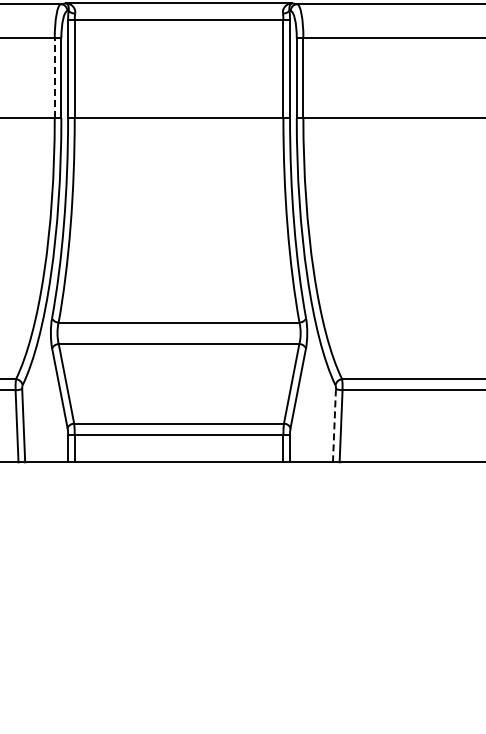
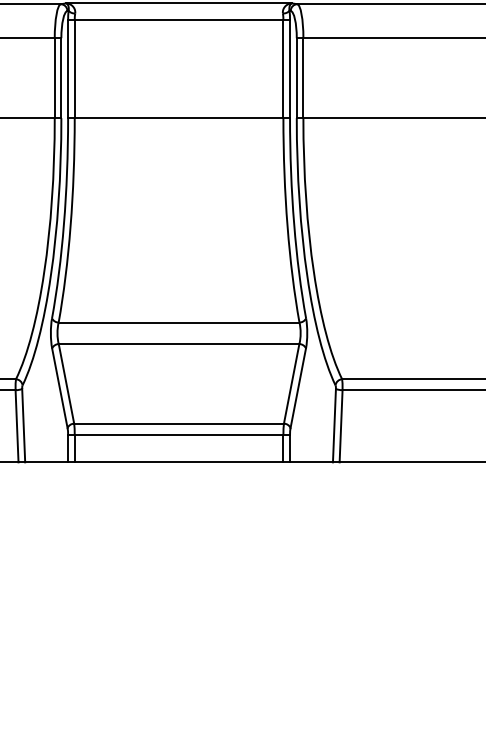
line at (54, 78): dashed -> solid
line at (334, 425): dashed -> solid
